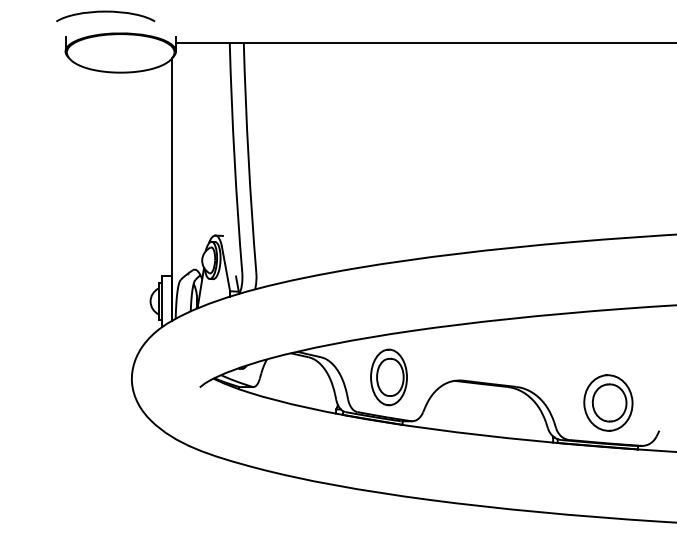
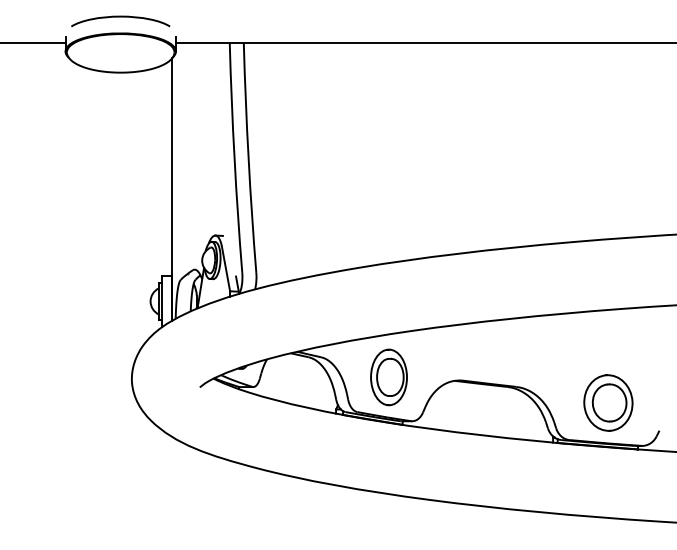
curve at (105, 12) position: (105, 12) -> (120, 17)
line at (33, 43): none -> present
